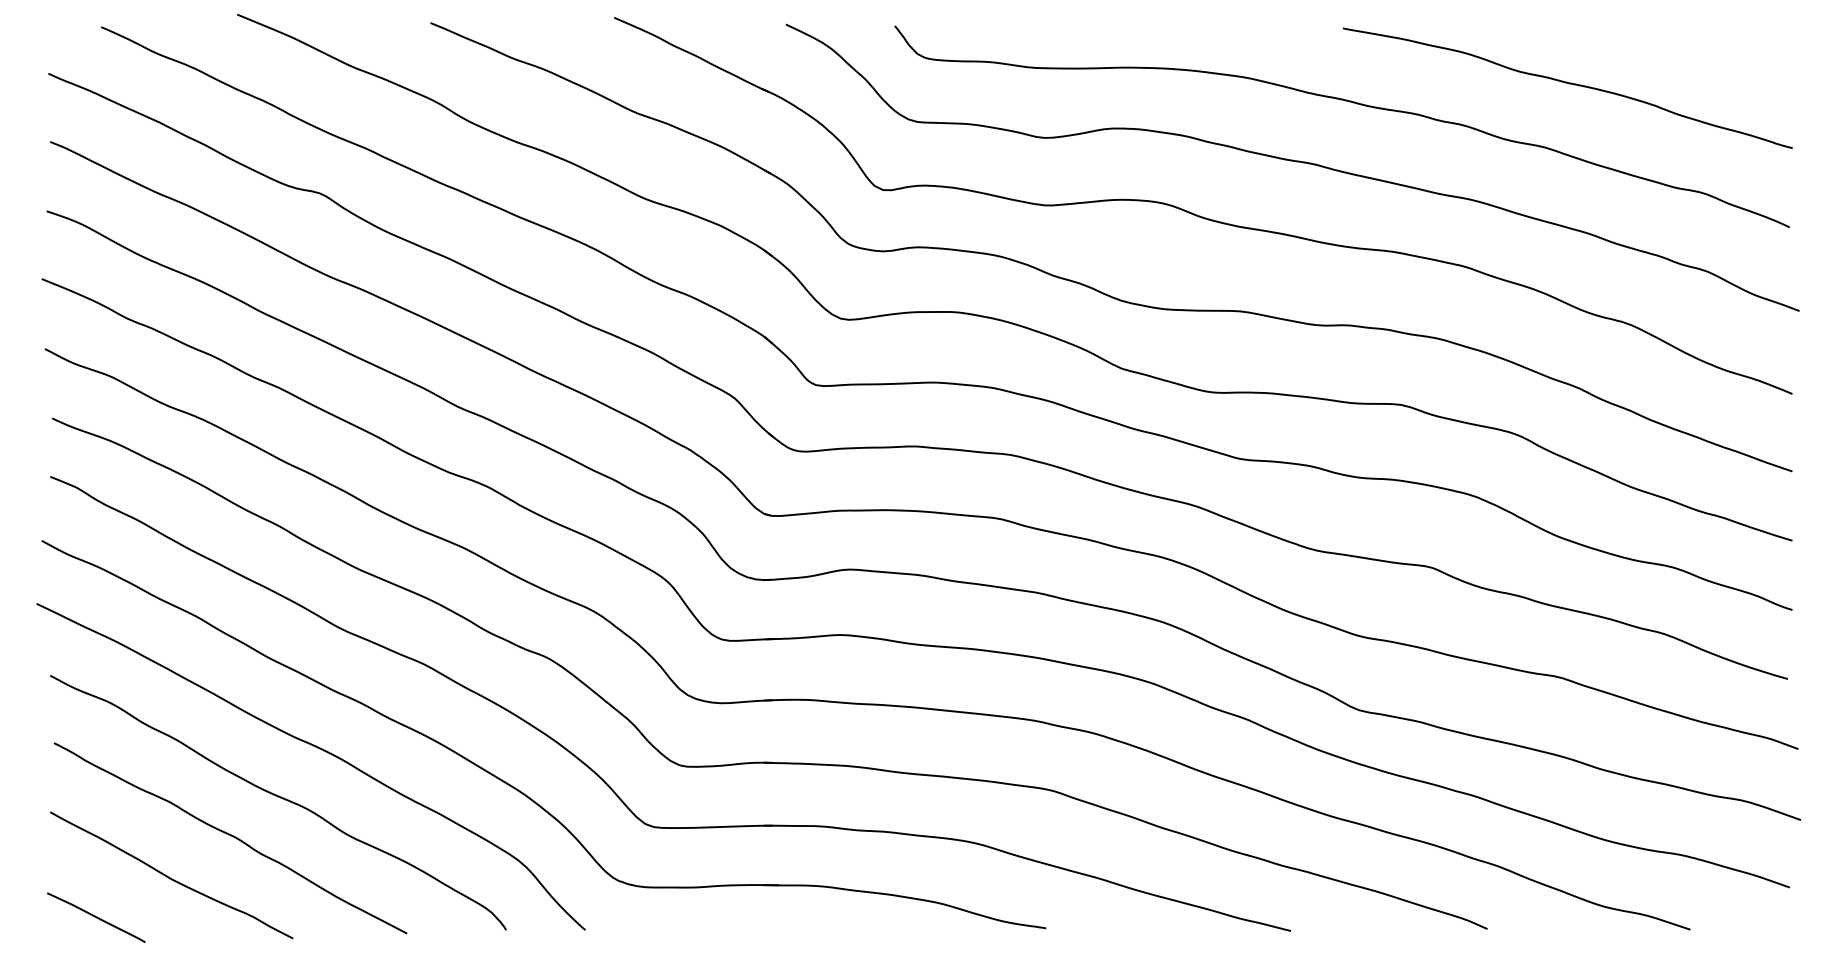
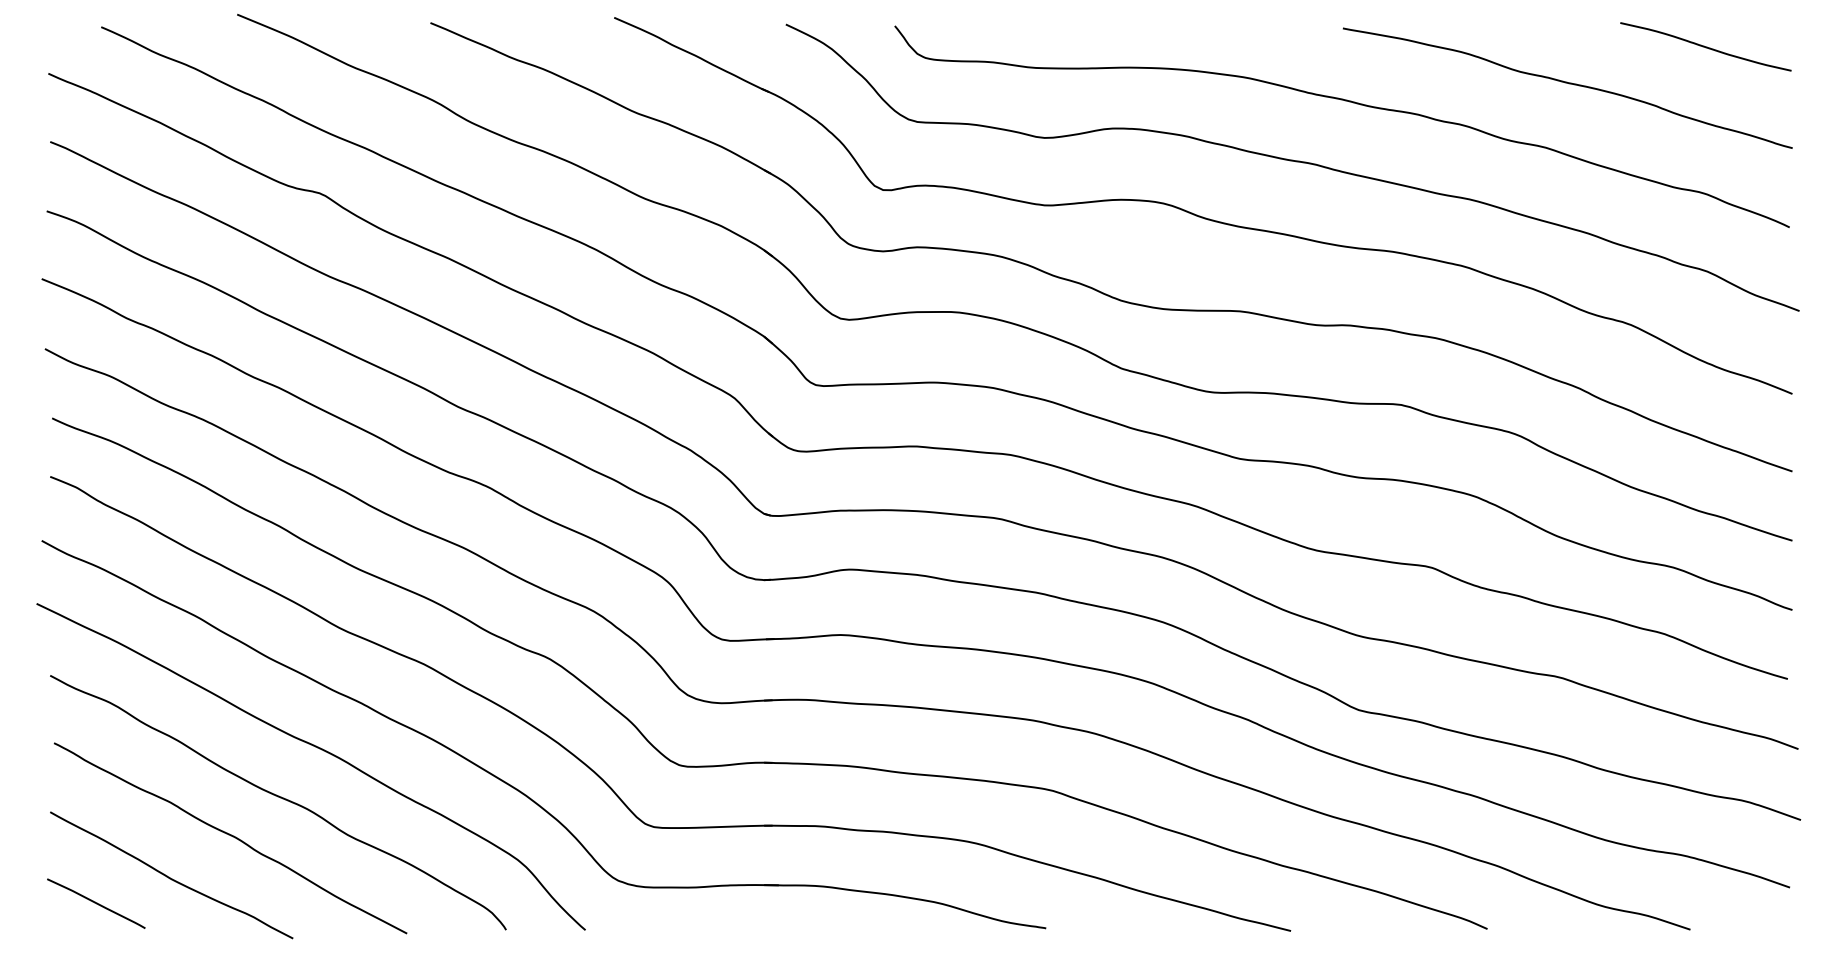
curve at (1705, 46): none -> present
line at (96, 917) position: (96, 917) -> (96, 903)
